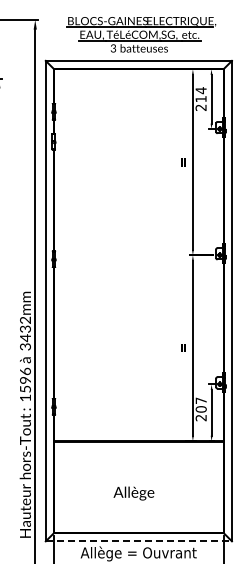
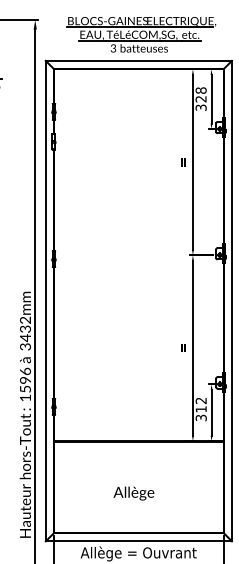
text at (200, 98): 214 -> 328
text at (200, 409): 207 -> 312
line at (139, 541): dashed -> solid
